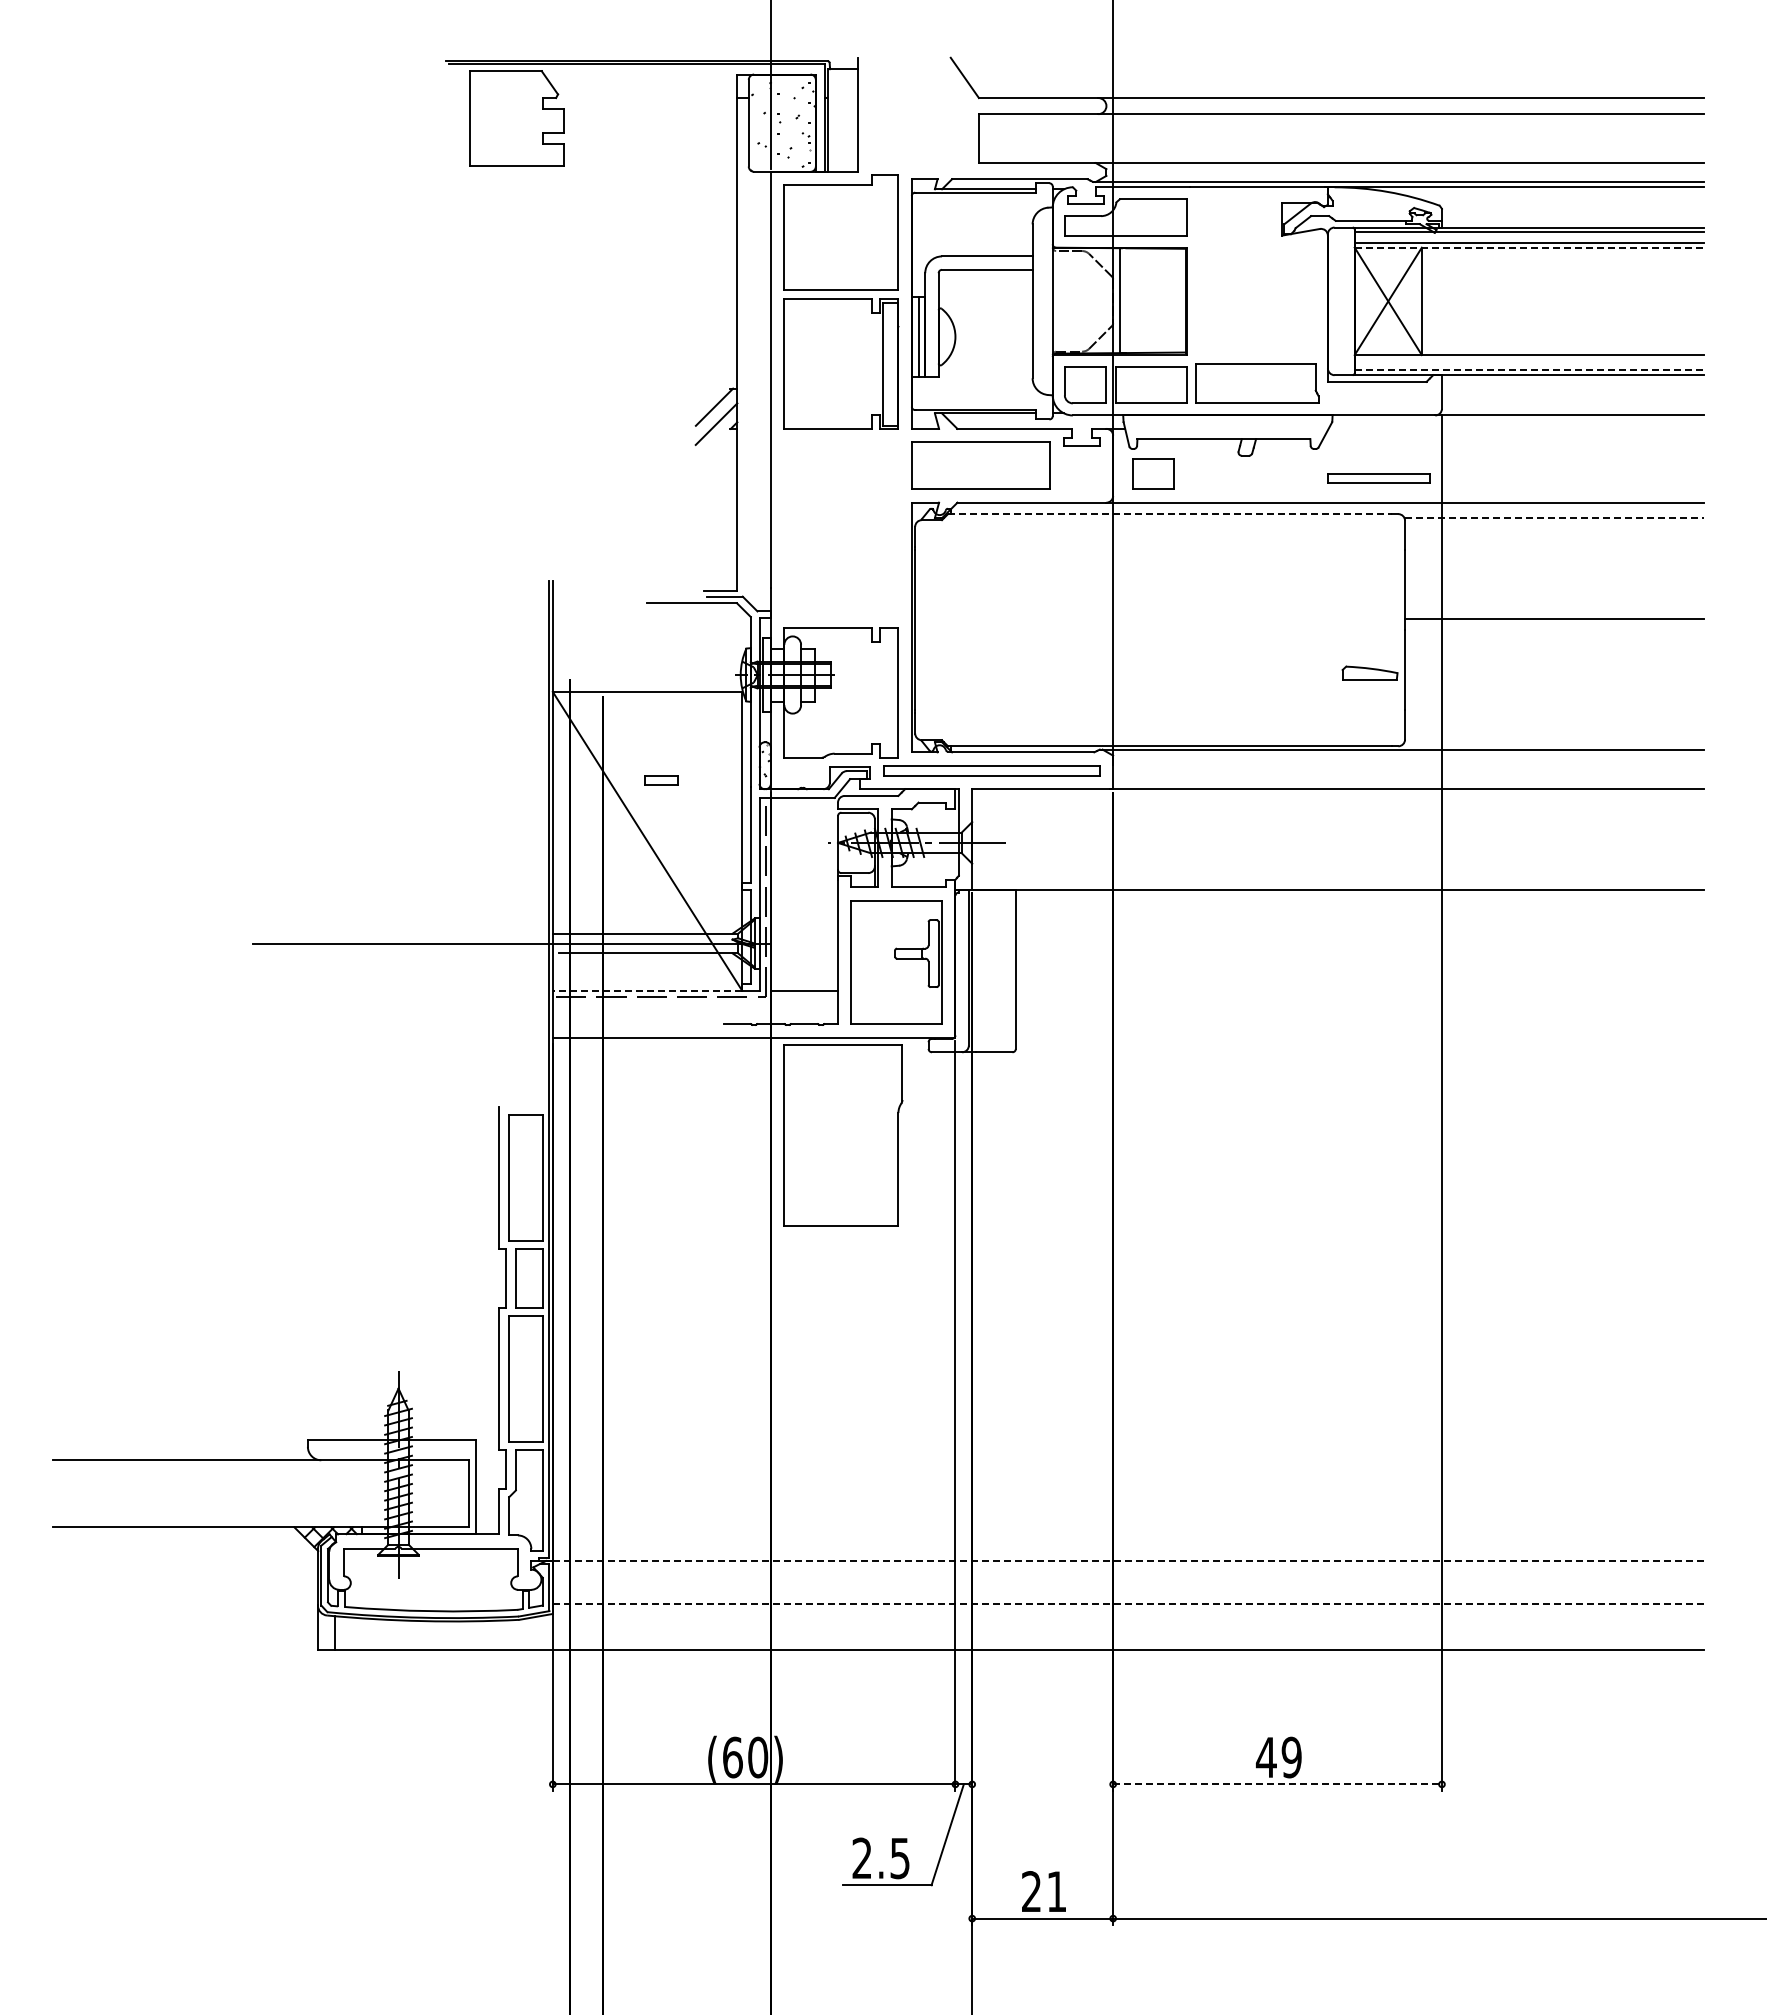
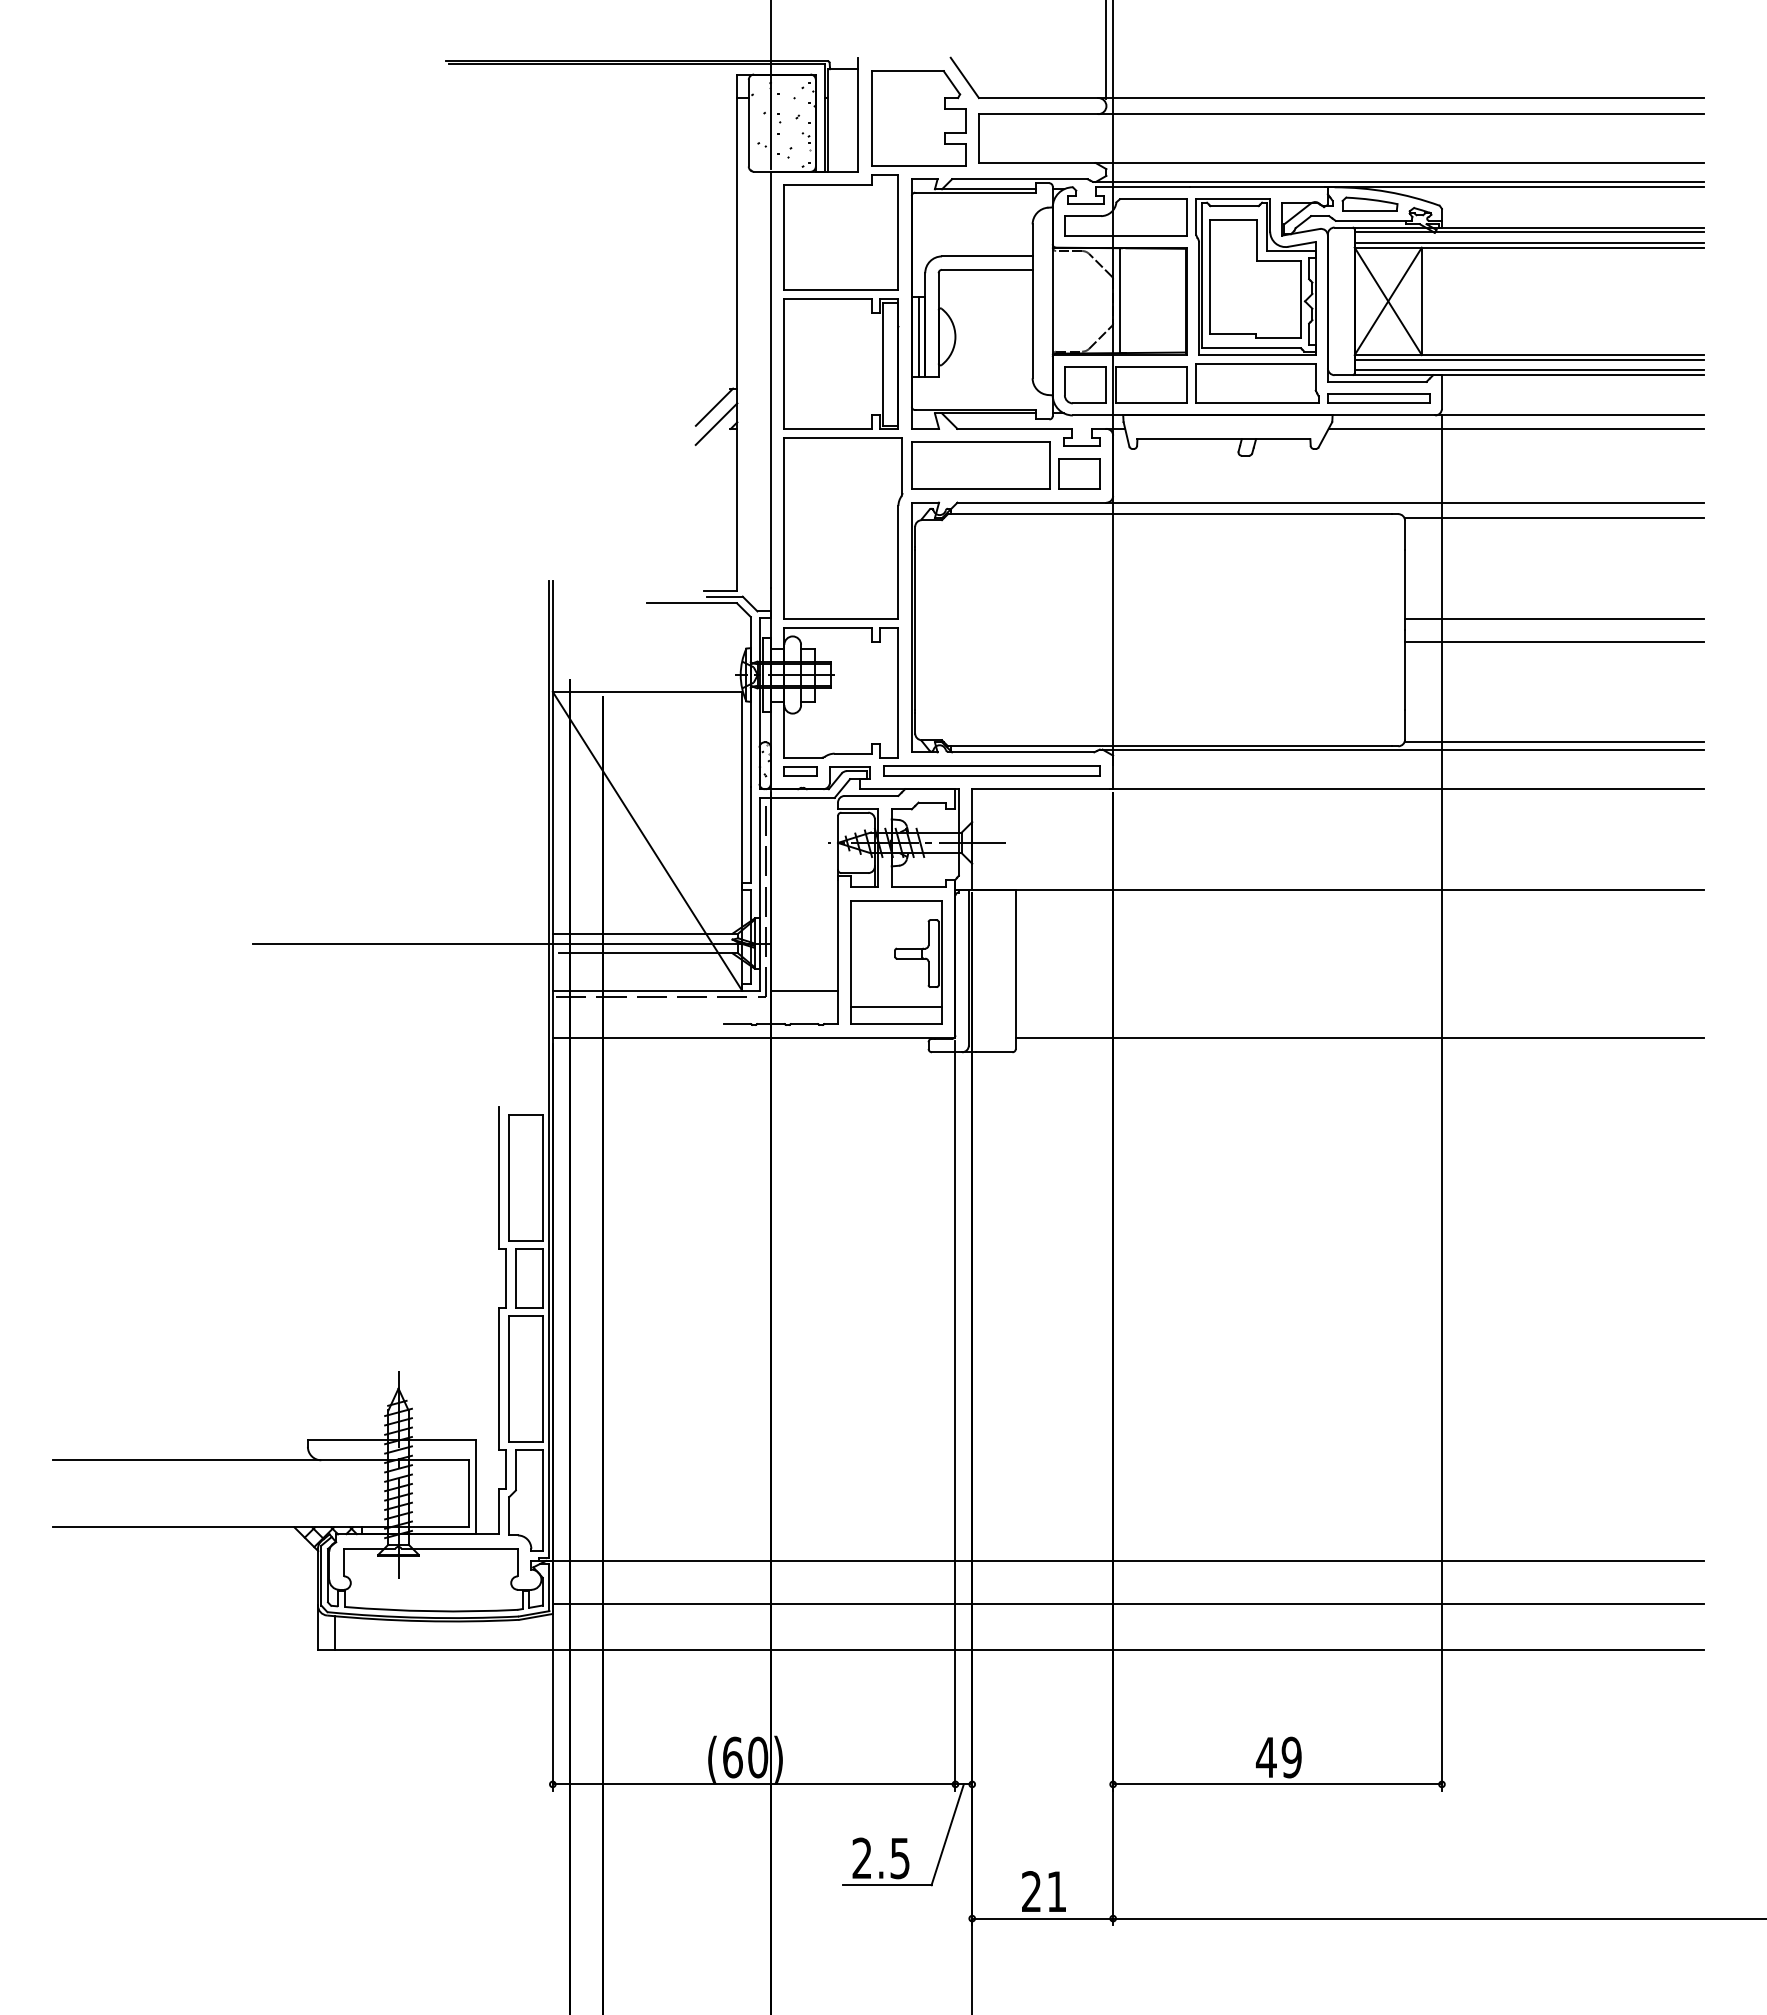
line at (1106, 50): none -> present
part at (516, 118) position: (516, 118) -> (918, 118)
line at (1529, 247): dashed -> solid
part at (1255, 276): none -> present
line at (1528, 359): none -> present
line at (1529, 370): dashed -> solid
line at (1515, 428): none -> present
part at (1153, 473) position: (1153, 473) -> (1079, 473)
part at (1378, 478) position: (1378, 478) -> (1378, 398)
line at (1169, 514): dashed -> solid
line at (1554, 518): dashed -> solid
line at (1554, 641): none -> present
part at (1369, 672) position: (1369, 672) -> (1369, 203)
line at (1553, 742): none -> present
part at (661, 780) position: (661, 780) -> (800, 771)
line at (647, 990): dashed -> solid
line at (896, 1007): none -> present
line at (1359, 1037): none -> present
part at (843, 1135) position: (843, 1135) -> (843, 528)
line at (1128, 1560): dashed -> solid
line at (1128, 1604): dashed -> solid
line at (1278, 1784): dashed -> solid
